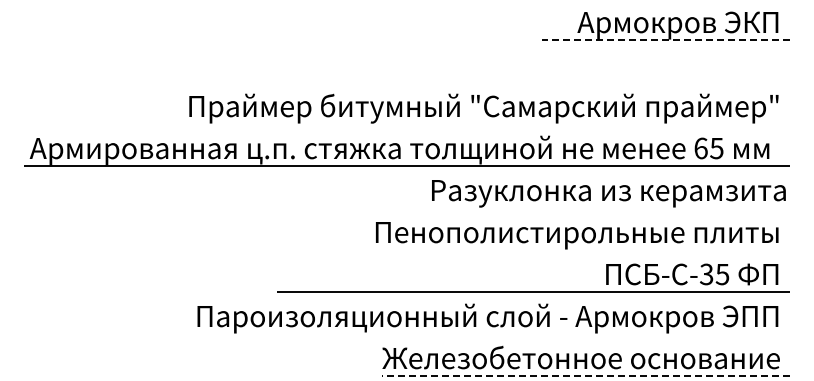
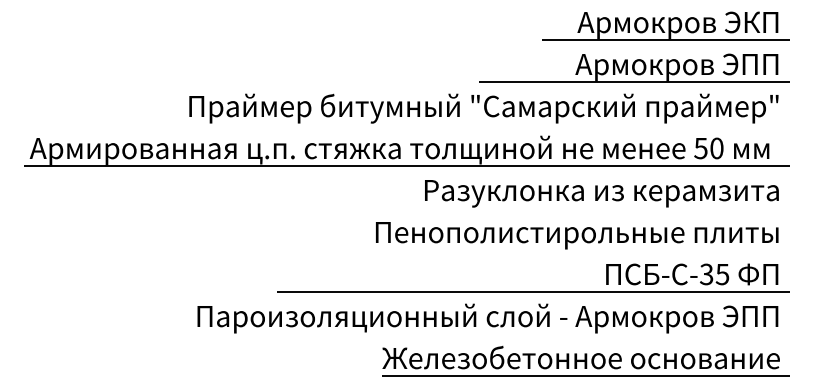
line at (665, 39): dashed -> solid
part at (634, 67): none -> present
text at (708, 148): 65 -> 50
text at (608, 193) position: (608, 193) -> (601, 193)
line at (585, 375): dashed -> solid
